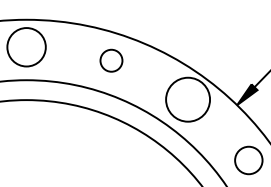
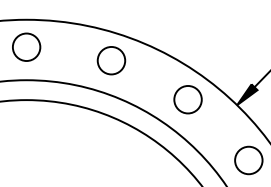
circle at (26, 47) diameter: 38 px -> 27 px
circle at (111, 60) size: 25x25 px -> 31x30 px
circle at (188, 99) diameter: 44 px -> 27 px
